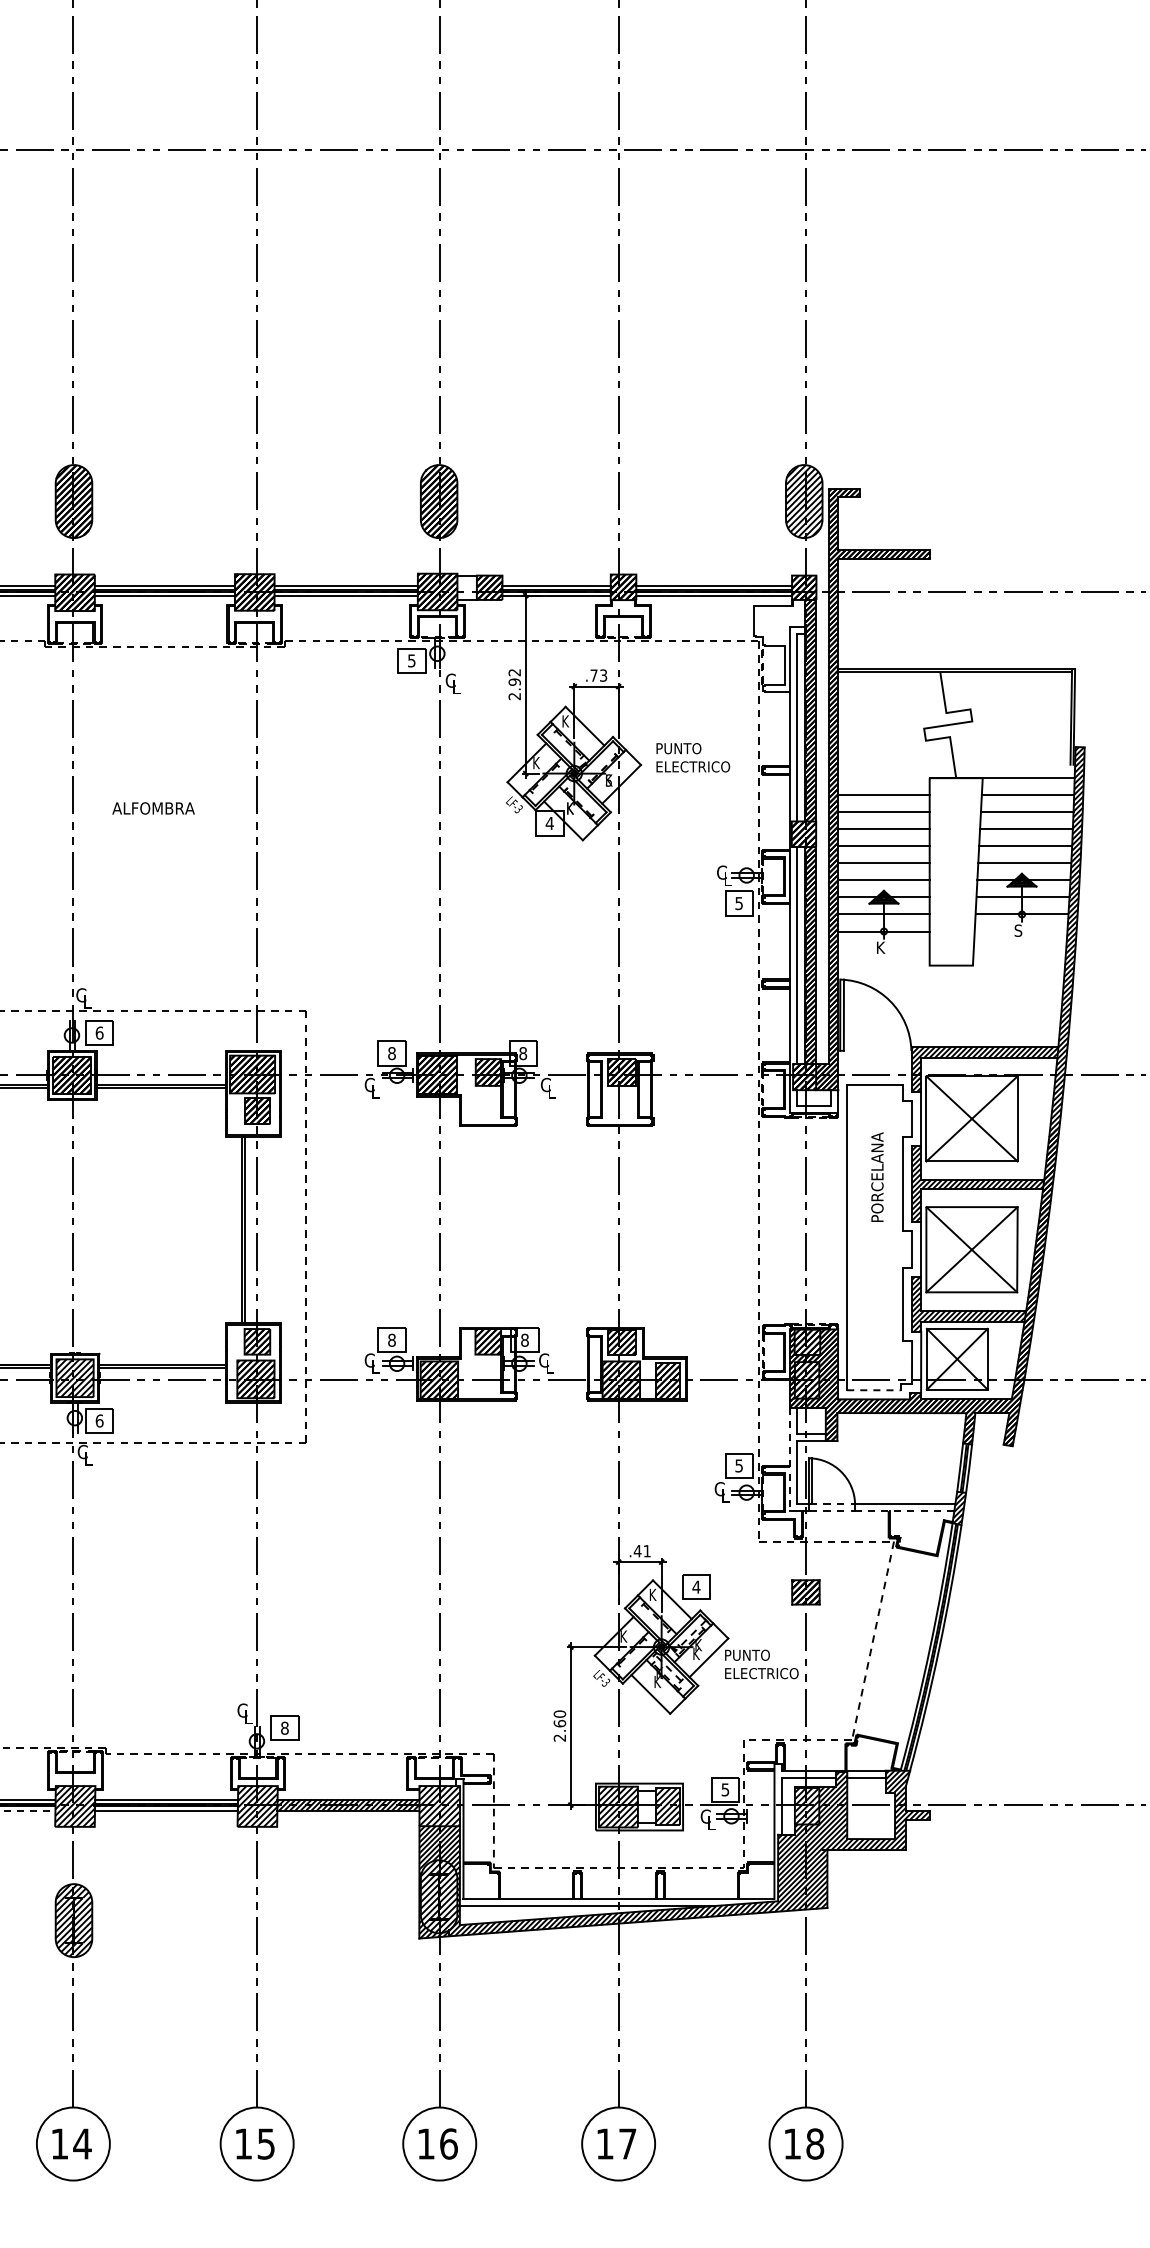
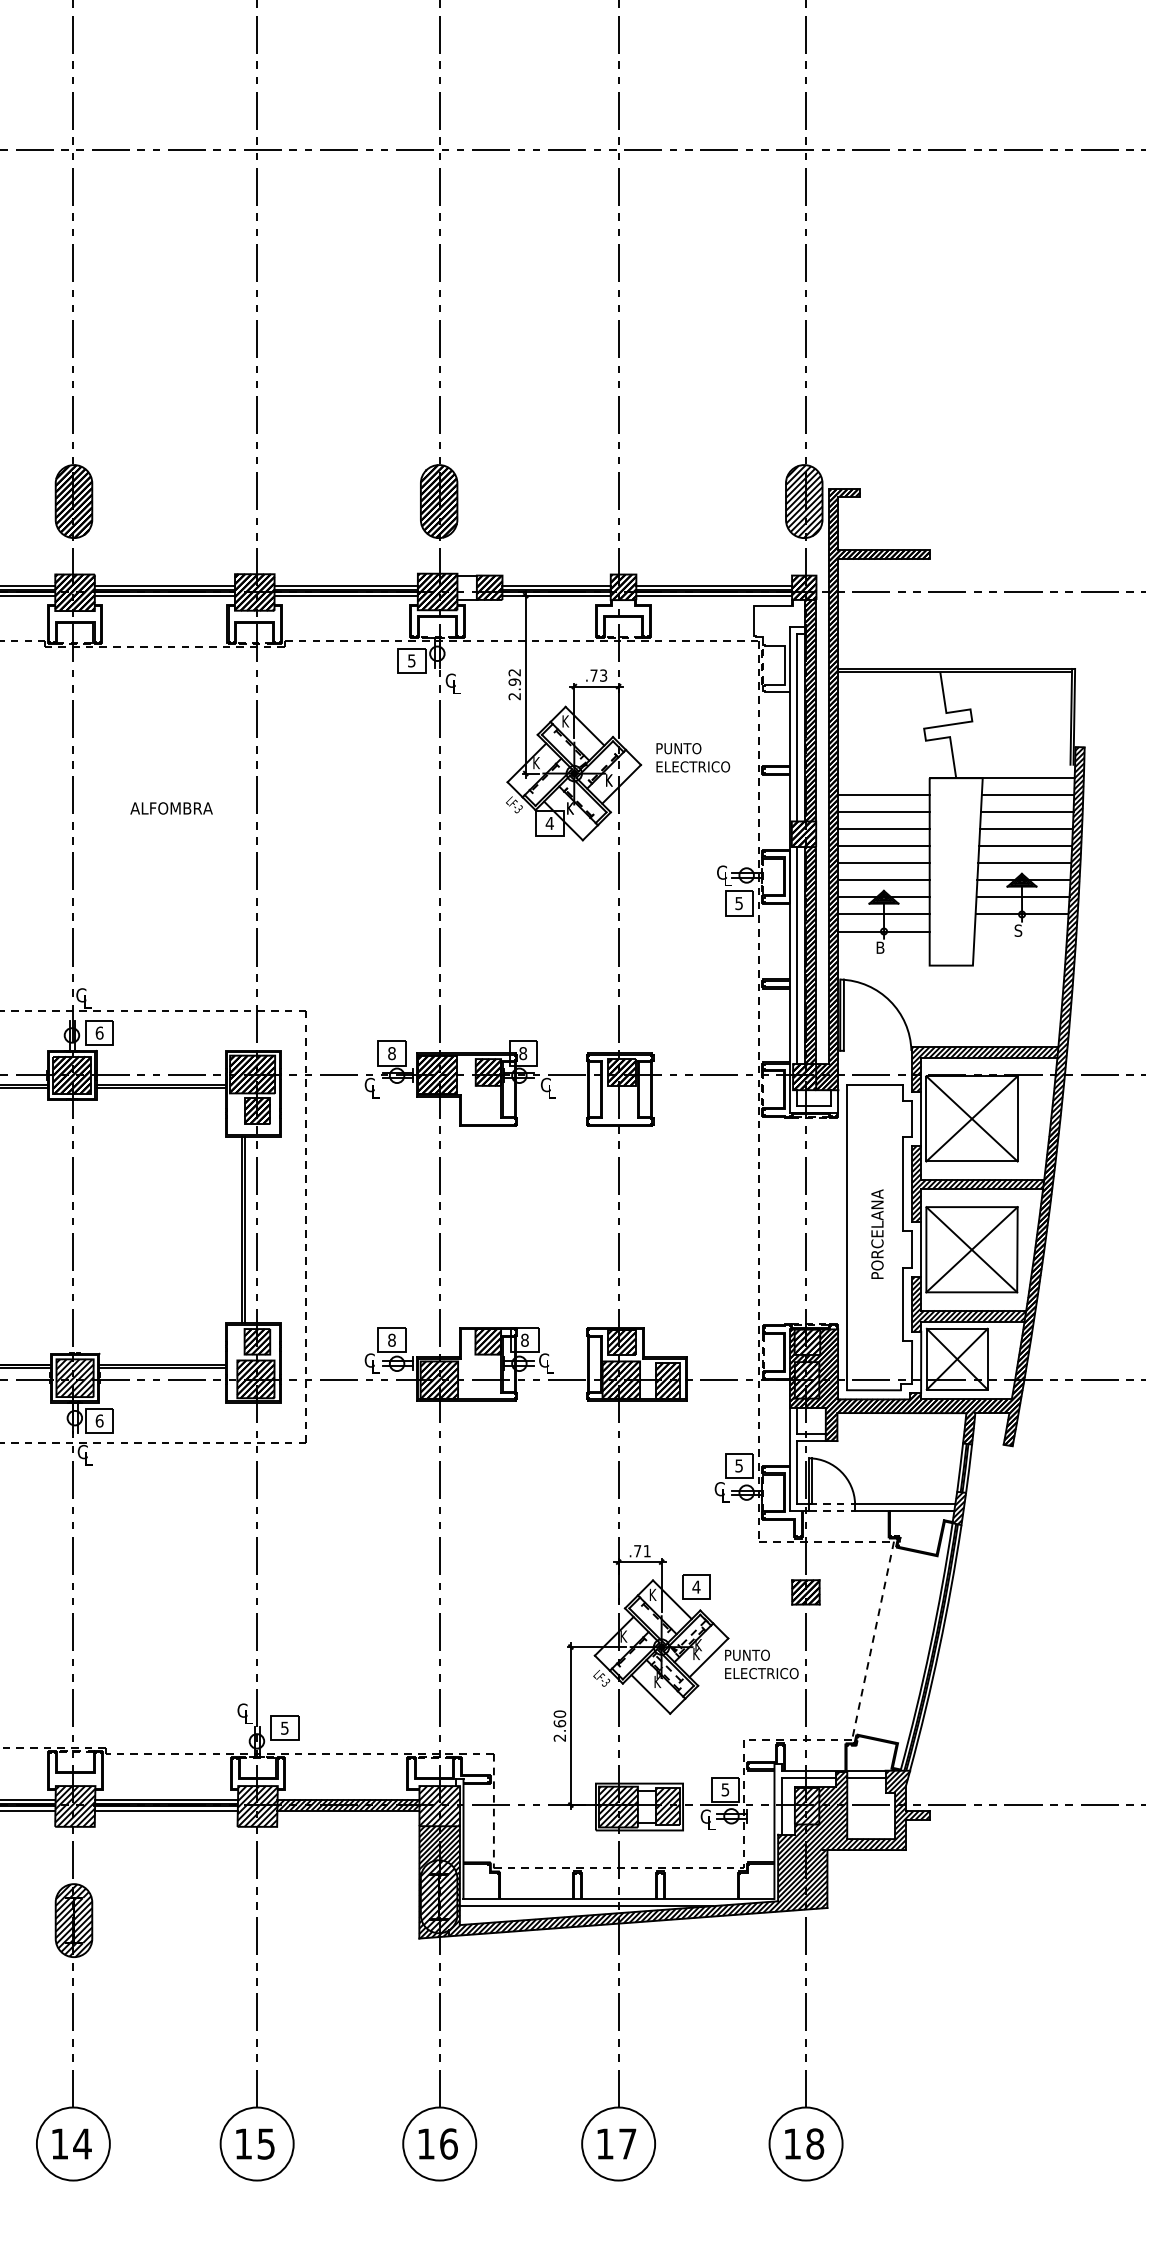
text at (608, 780): S -> K
text at (153, 808) position: (153, 808) -> (171, 808)
text at (880, 947): K -> B
text at (877, 1176) position: (877, 1176) -> (877, 1233)
line at (873, 1390): dashed -> solid
line at (789, 1459): dashed -> solid
line at (904, 1511): dashed -> solid
text at (637, 1551): .41 -> .71
text at (284, 1727): 8 -> 5
line at (28, 1810): dashed -> solid
